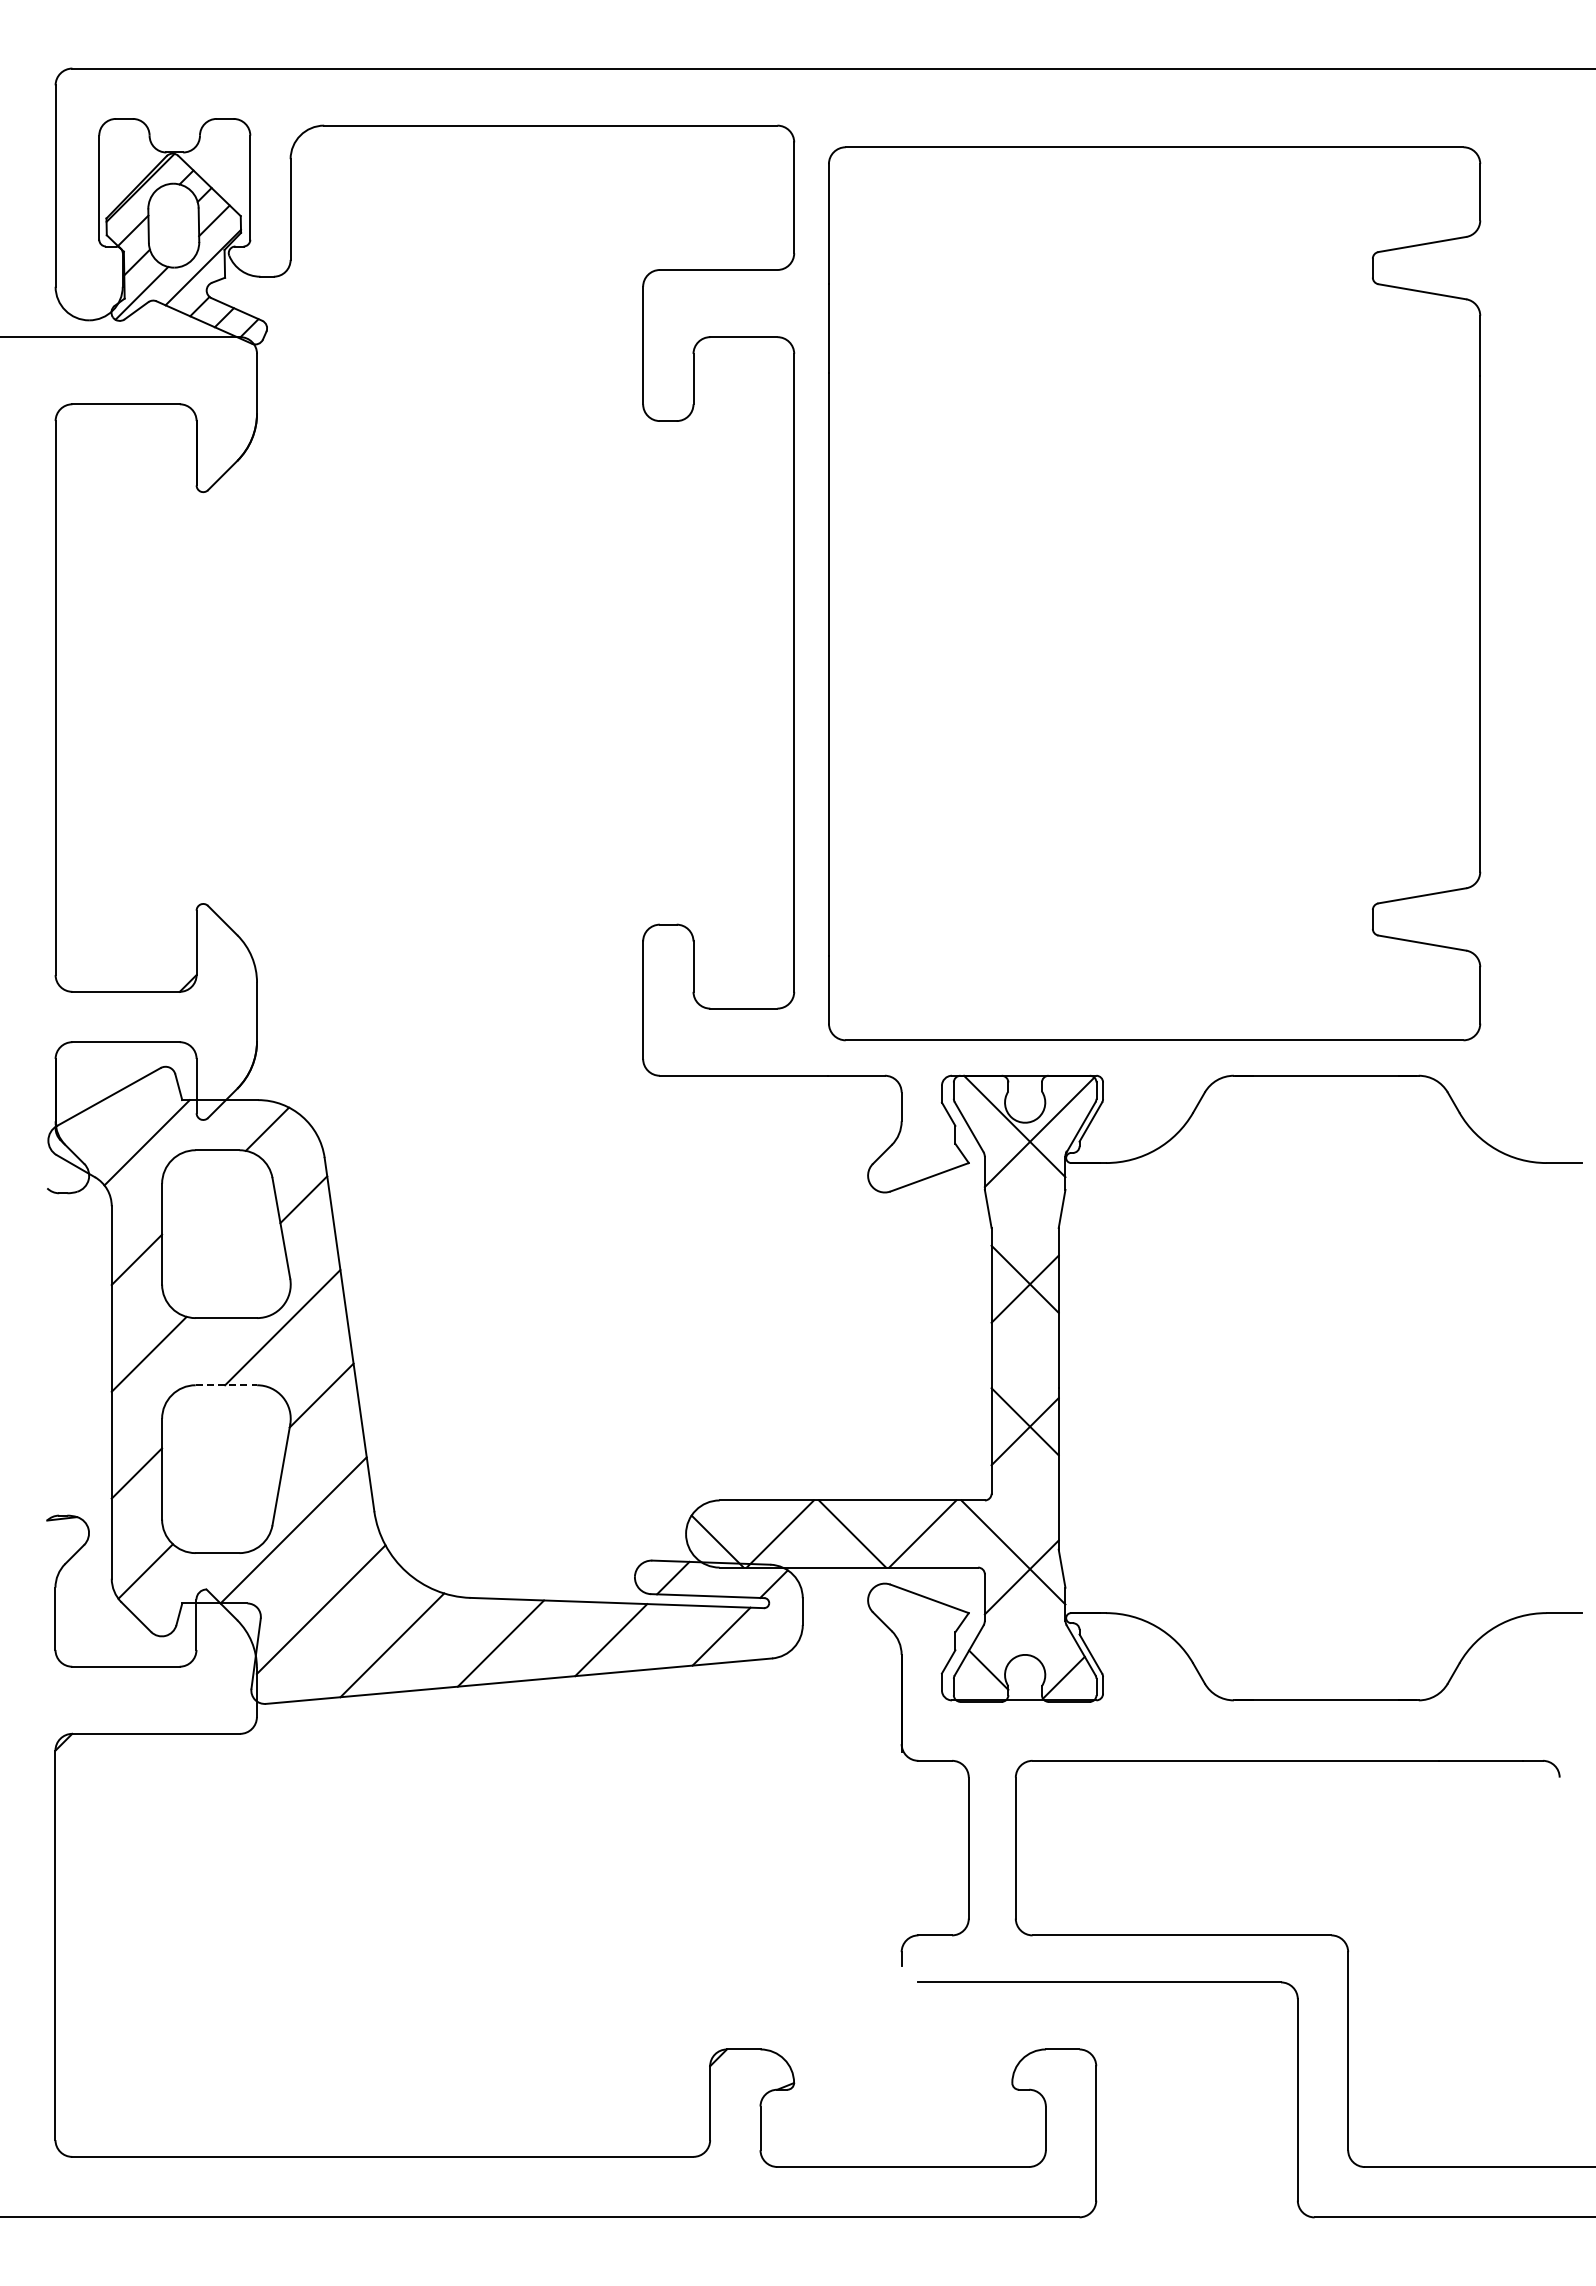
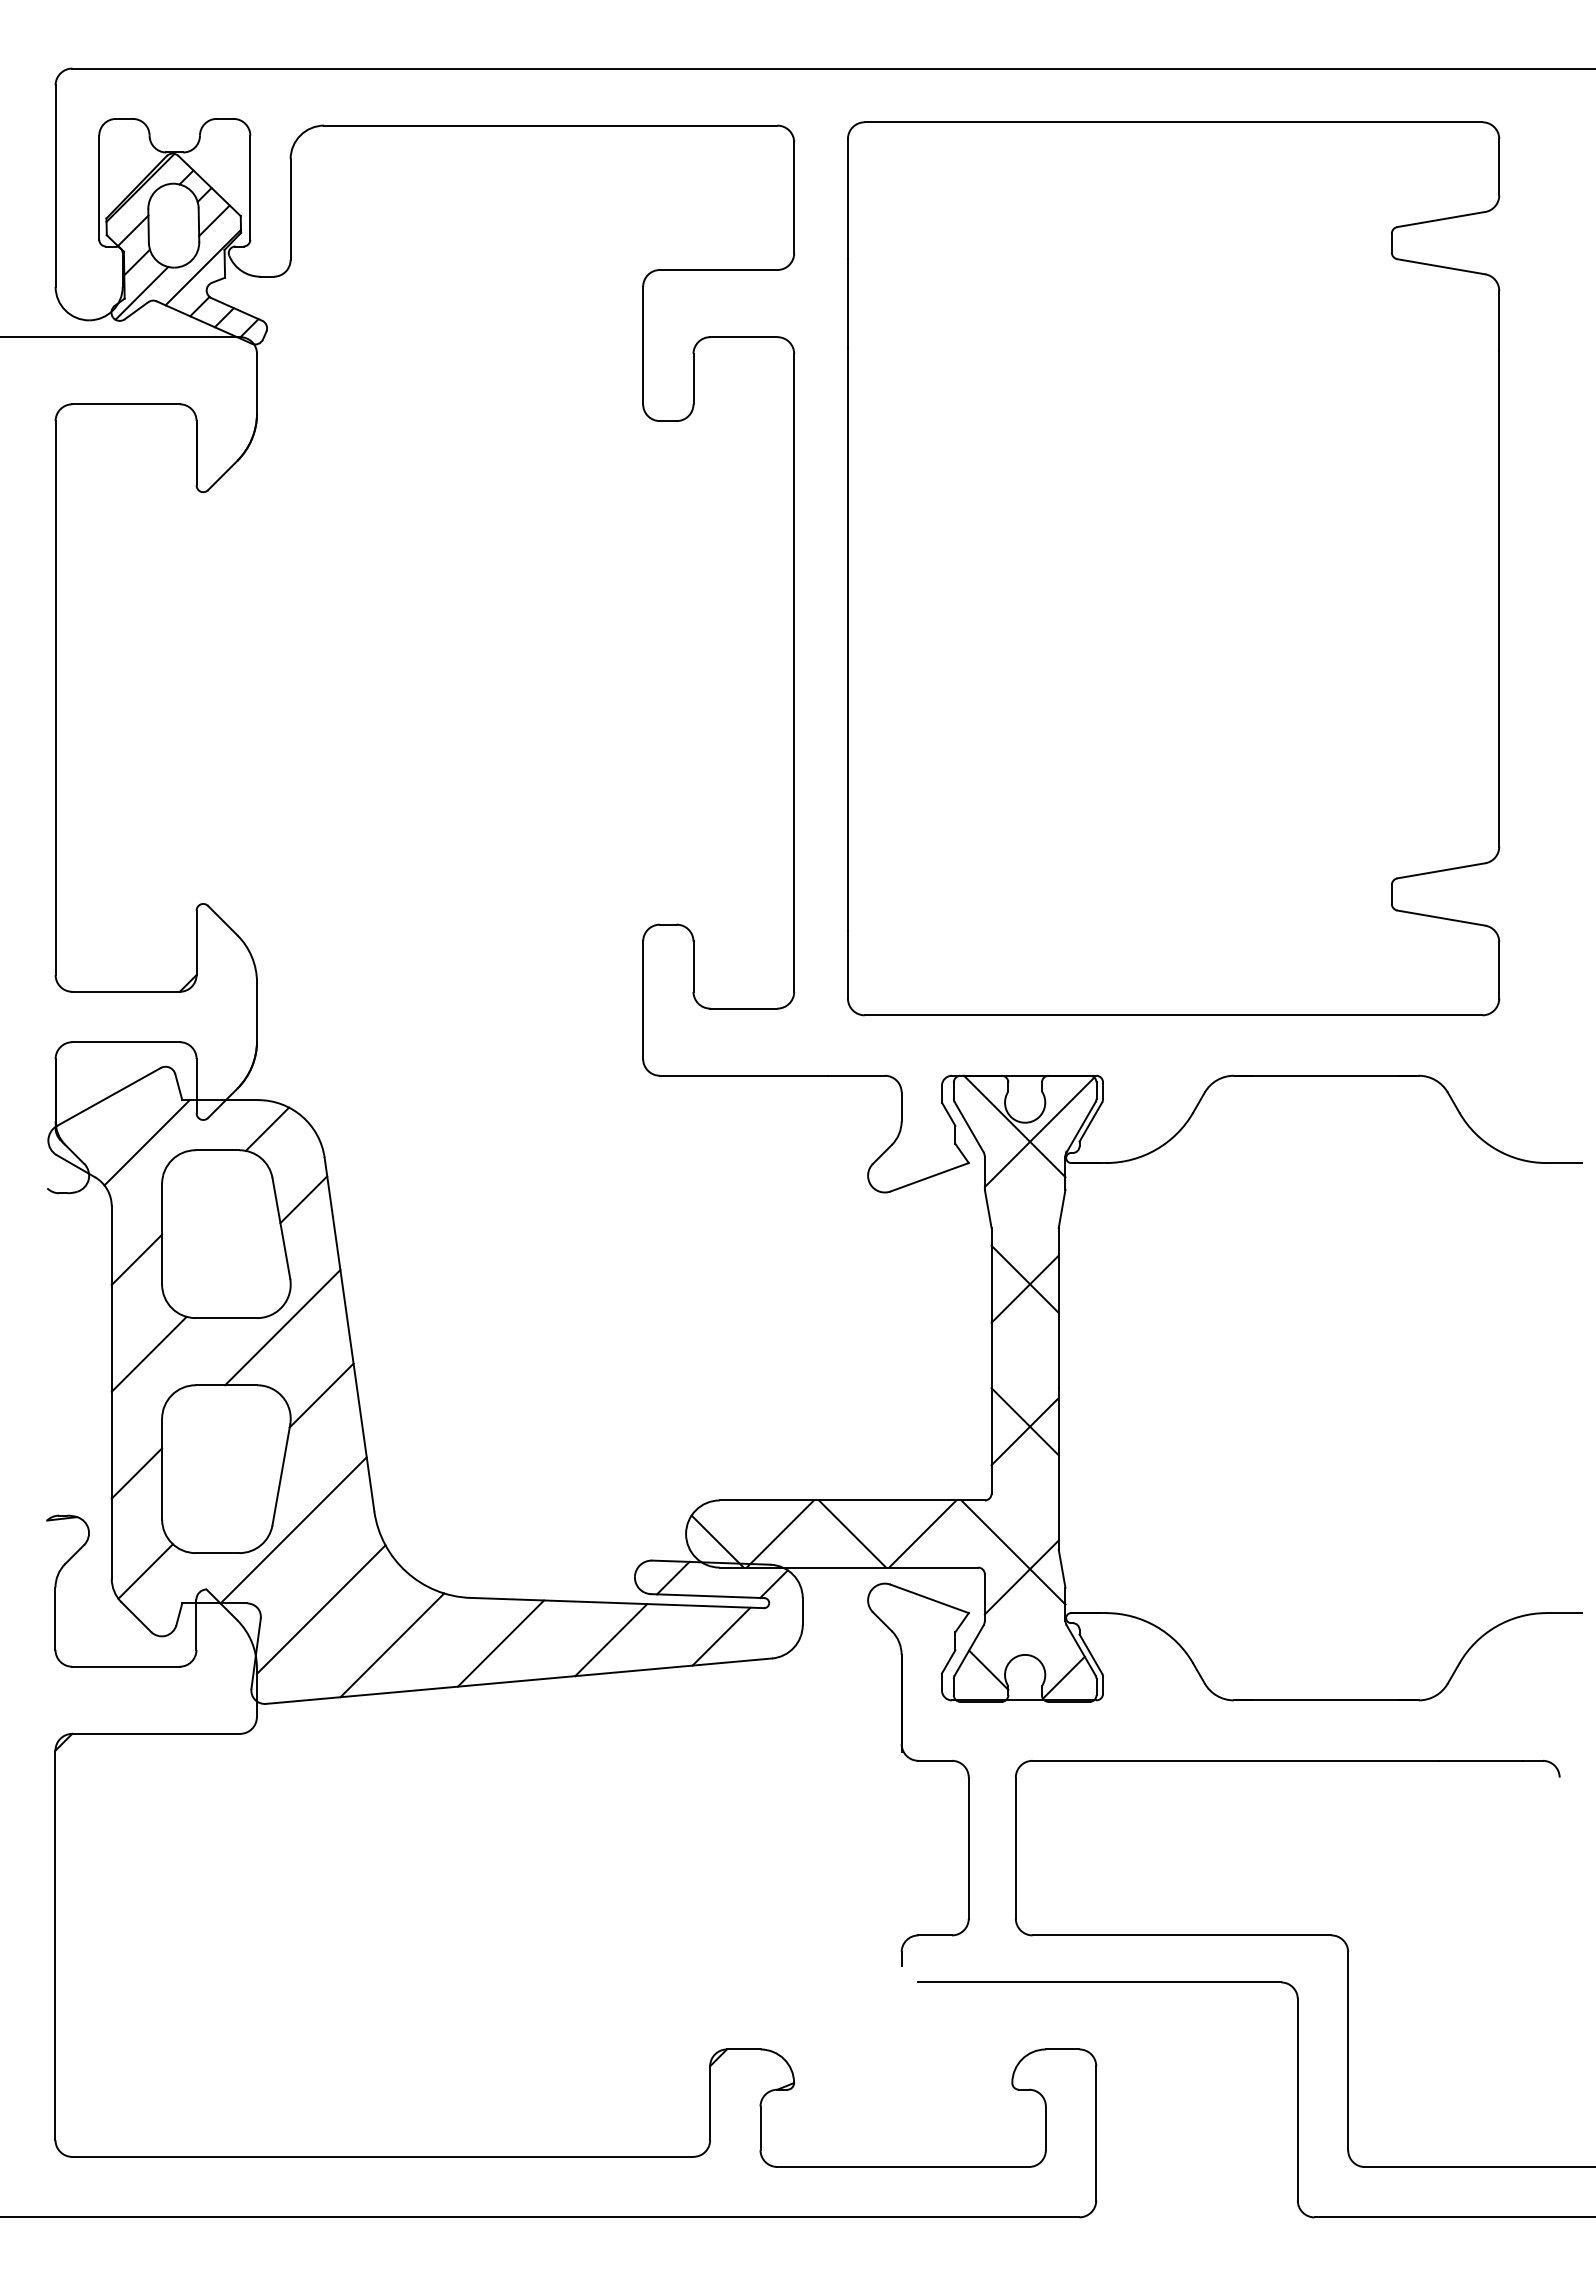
part at (1154, 593) position: (1154, 593) -> (1173, 568)
line at (226, 1385): dashed -> solid
